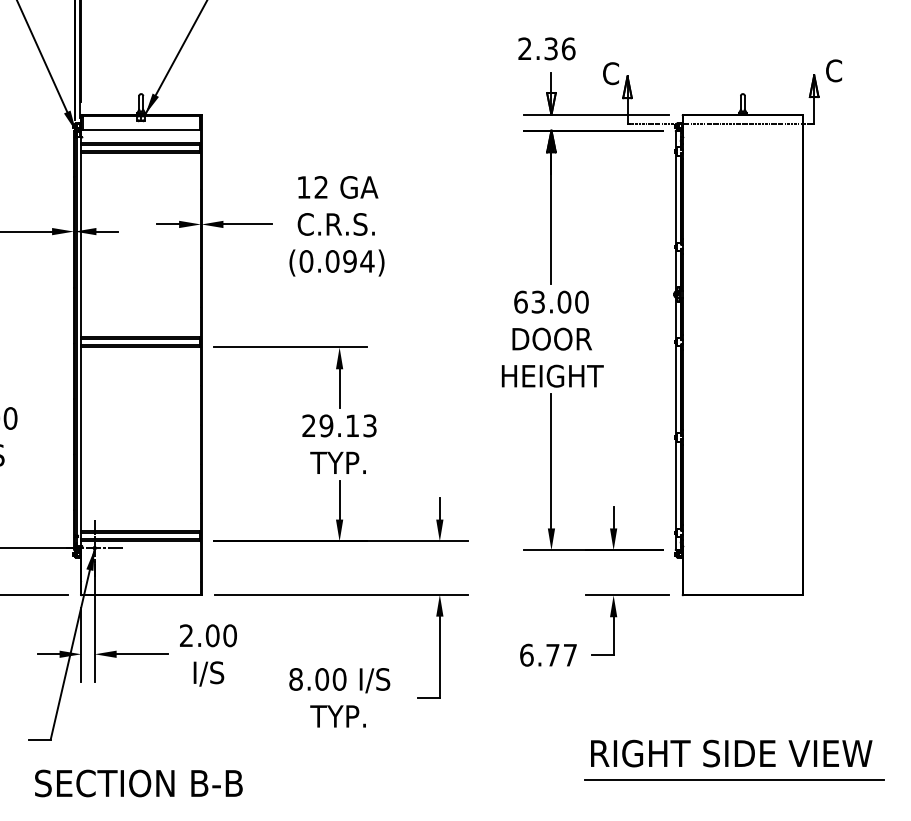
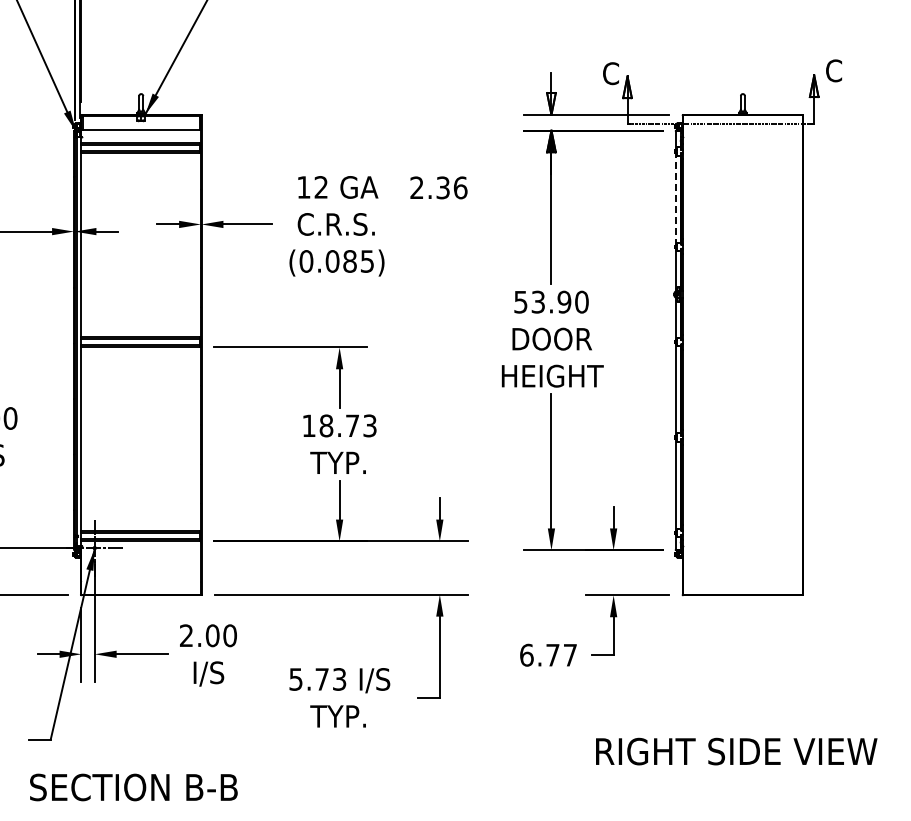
text at (546, 48) position: (546, 48) -> (438, 187)
line at (675, 198): solid -> dashed
text at (358, 261): (0.094) -> (0.085)
text at (542, 301): 63.00 -> 53.90
text at (330, 425): 29.13 -> 18.73
text at (317, 679): 8.00 -> 5.73
text at (731, 753) position: (731, 753) -> (736, 751)
line at (734, 780): present -> none
text at (138, 783) position: (138, 783) -> (133, 787)
